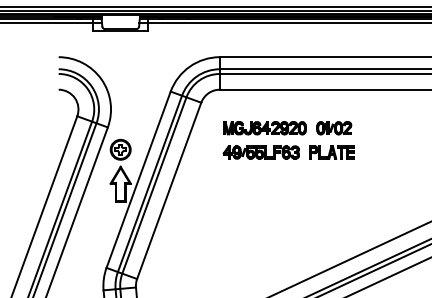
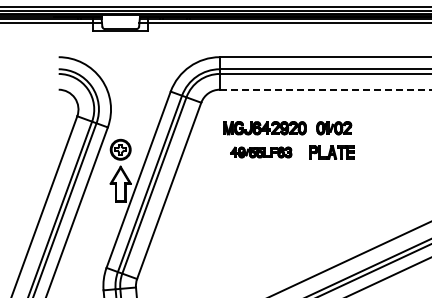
line at (325, 89): solid -> dashed
part at (260, 152) size: 78x15 px -> 63x13 px
